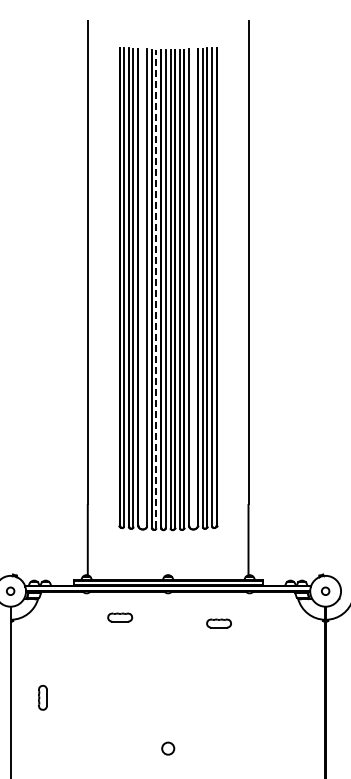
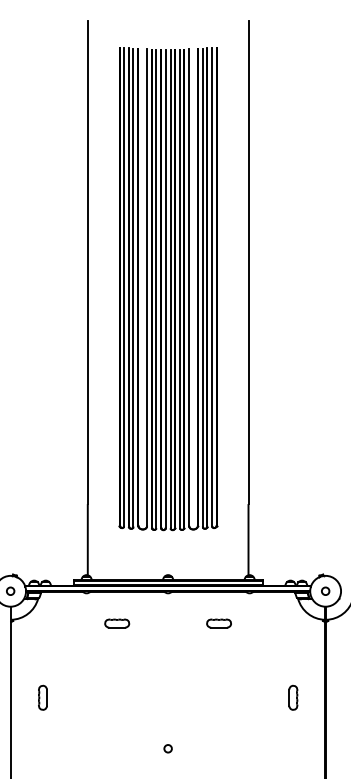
line at (156, 288): dashed -> solid
part at (120, 617) position: (120, 617) -> (117, 623)
part at (293, 697): none -> present
circle at (168, 748) size: 15x15 px -> 10x10 px
